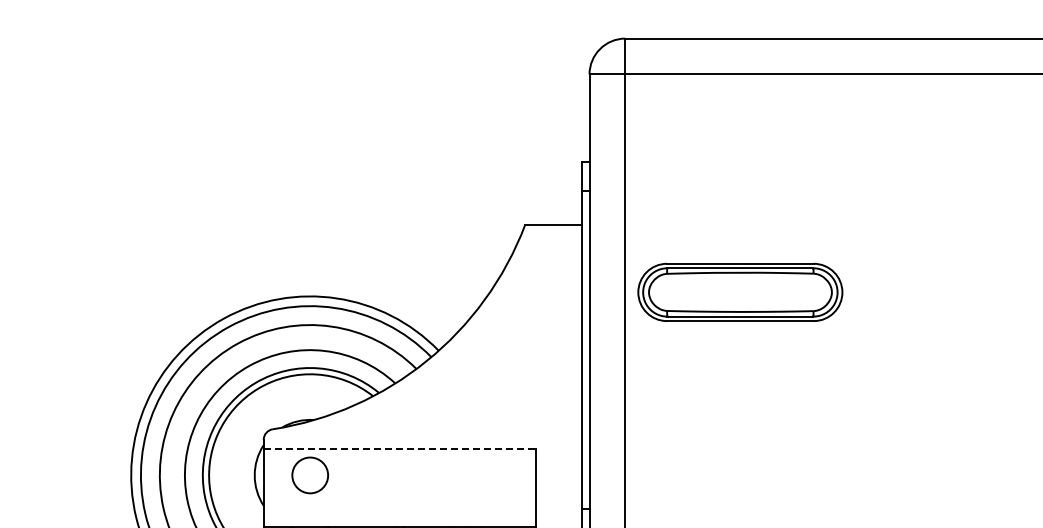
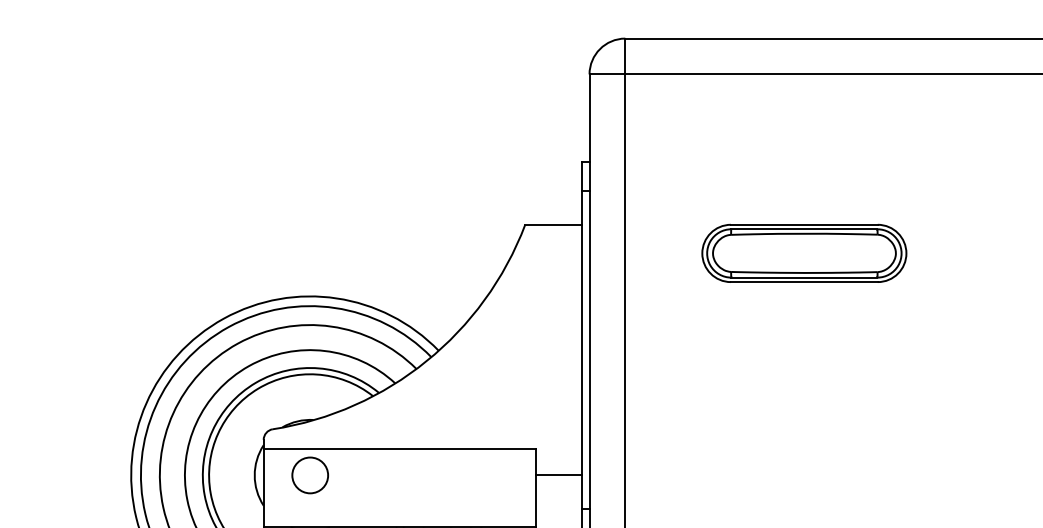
part at (740, 291) position: (740, 291) -> (804, 252)
line at (400, 449): dashed -> solid
line at (558, 475): none -> present
